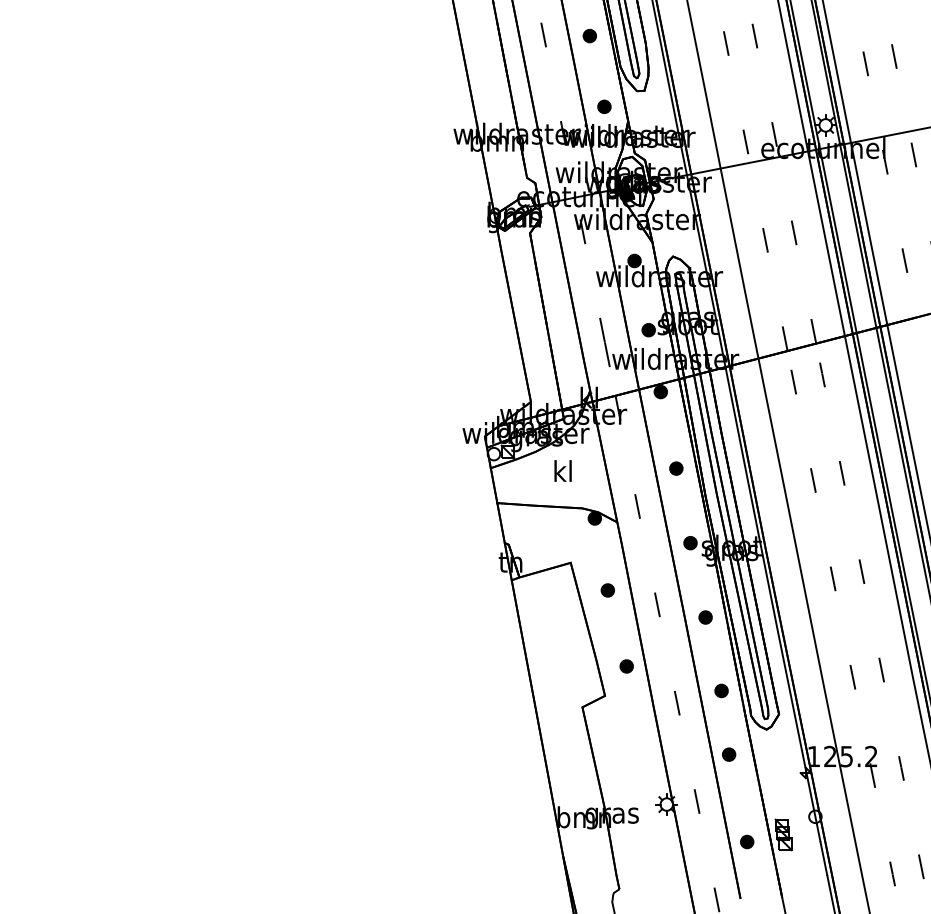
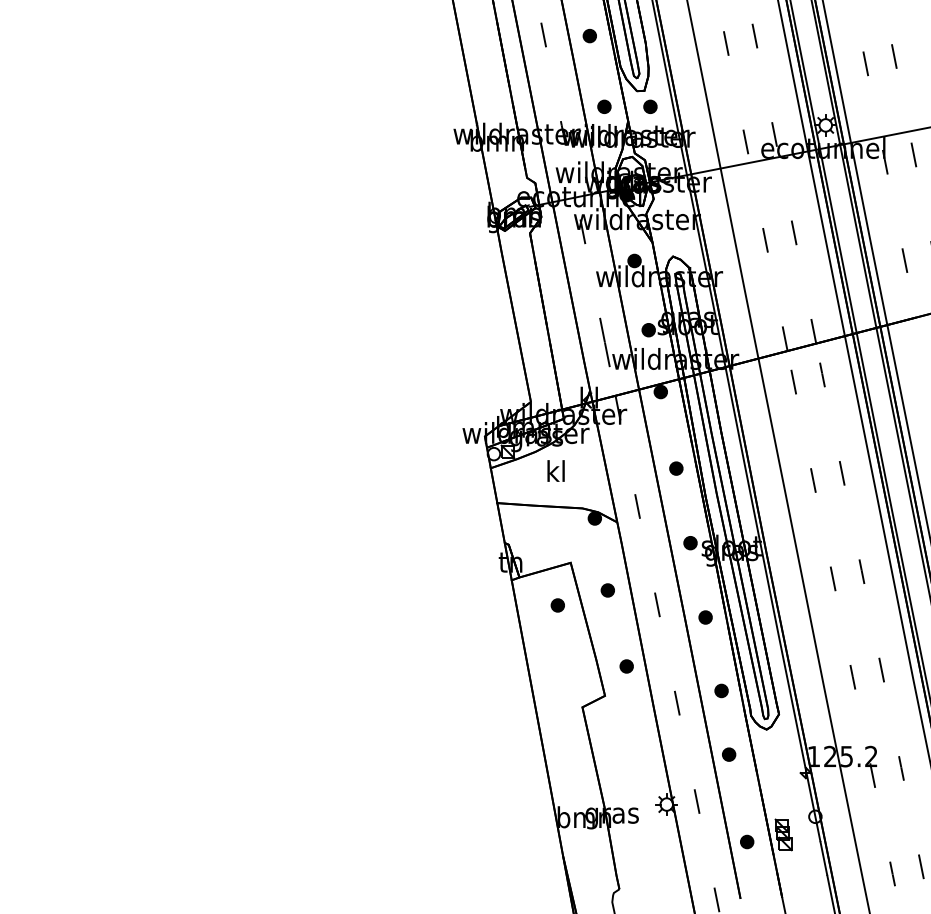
part at (650, 106): none -> present
text at (562, 470) position: (562, 470) -> (555, 470)
part at (557, 605): none -> present
